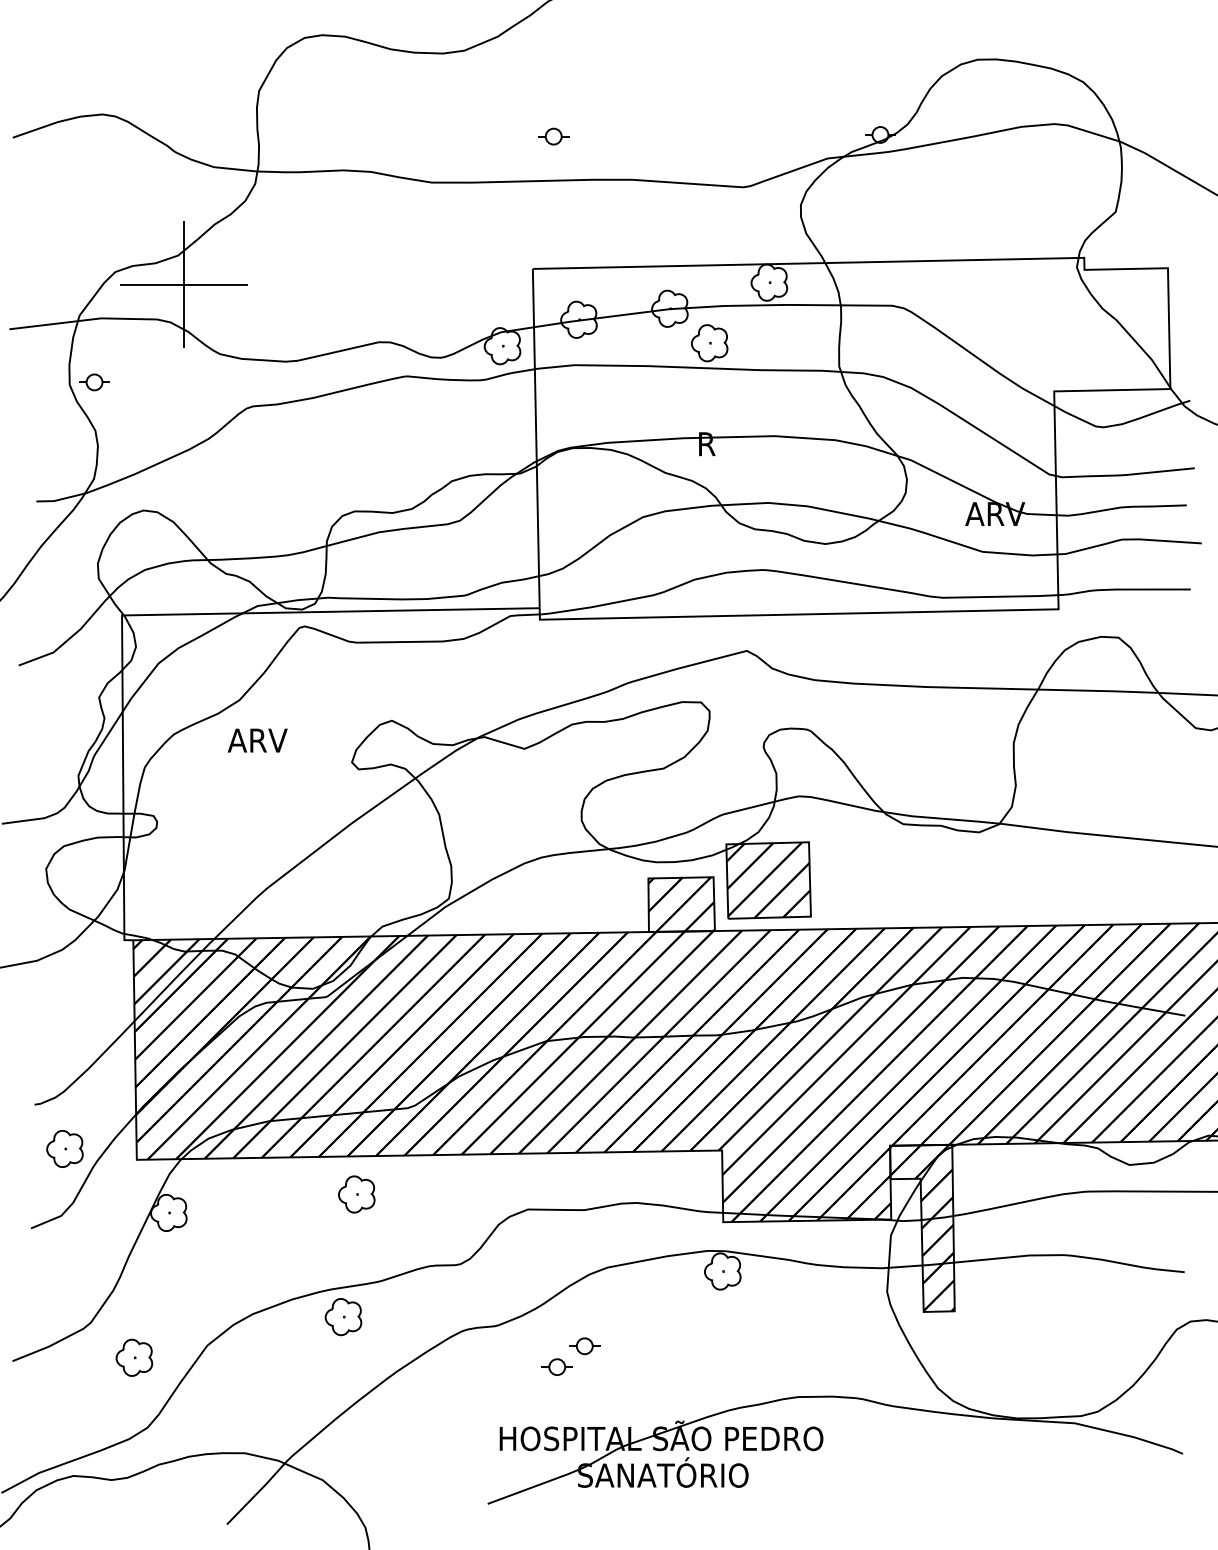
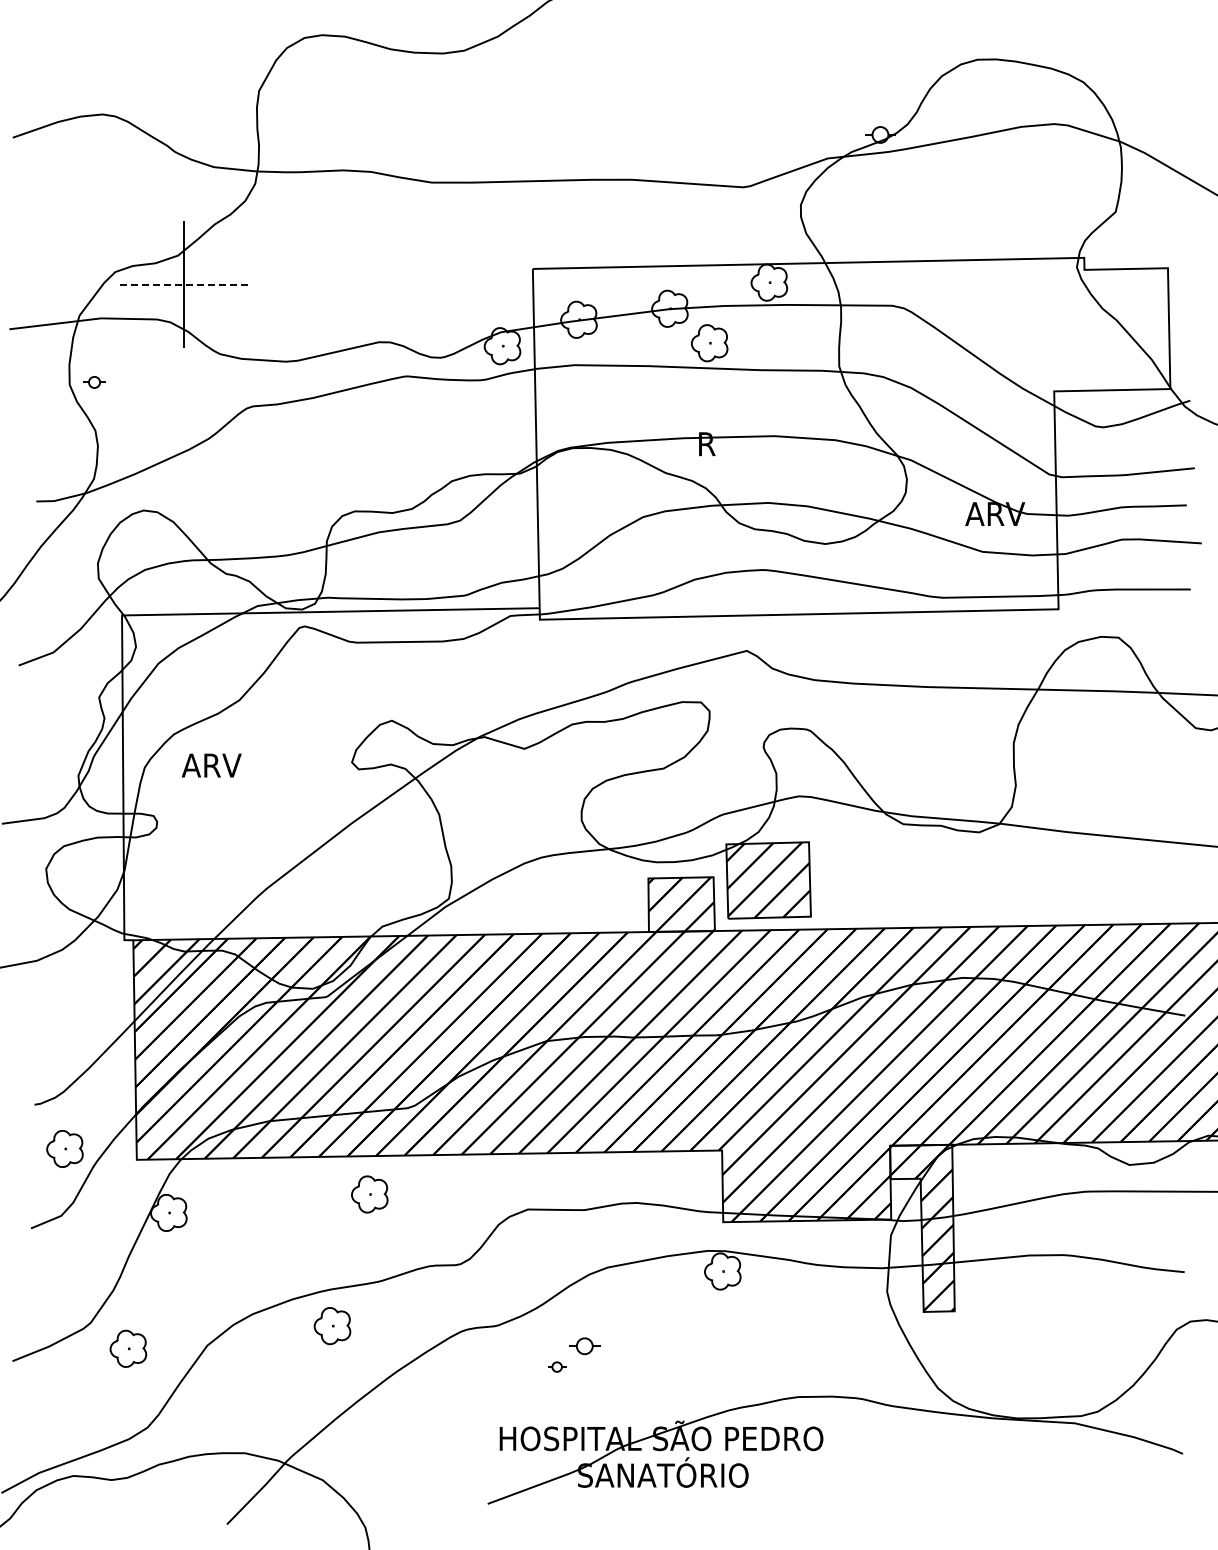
part at (553, 136): present -> none
line at (184, 284): solid -> dashed
part at (94, 382) size: 31x19 px -> 23x13 px
text at (257, 740) position: (257, 740) -> (211, 765)
part at (356, 1194) position: (356, 1194) -> (369, 1194)
part at (343, 1317) position: (343, 1317) -> (332, 1326)
part at (134, 1357) position: (134, 1357) -> (128, 1348)
part at (556, 1366) size: 32x18 px -> 19x12 px
